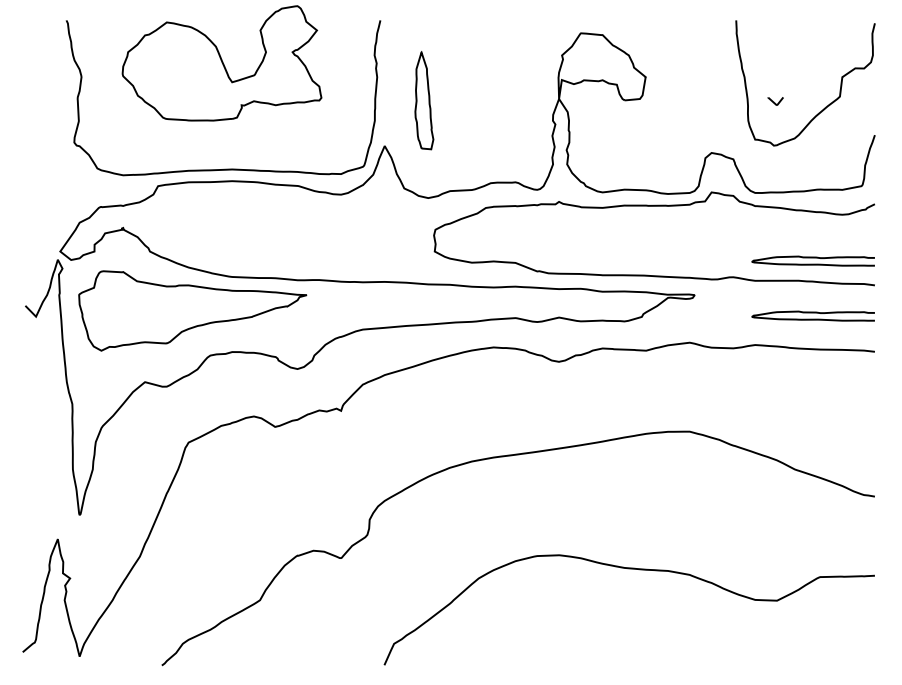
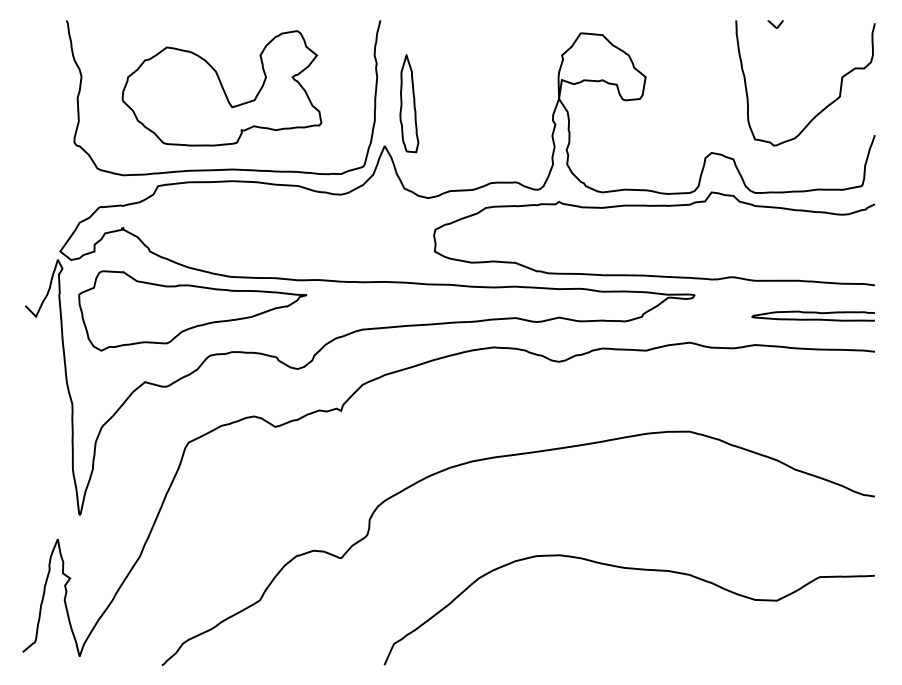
part at (221, 63) position: (221, 63) -> (221, 88)
part at (424, 100) position: (424, 100) -> (409, 103)
part at (775, 101) position: (775, 101) -> (775, 24)
curve at (812, 258): present -> none
